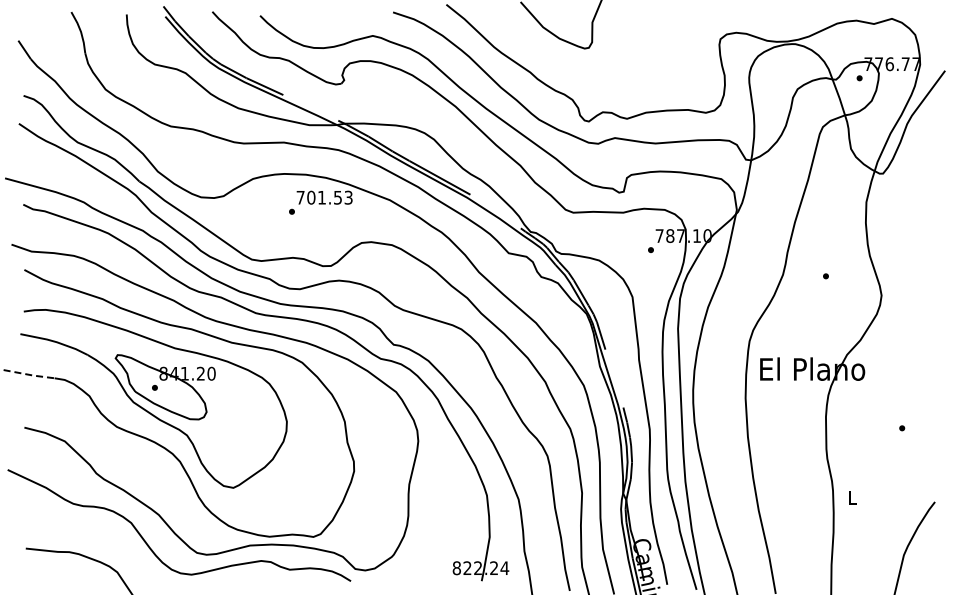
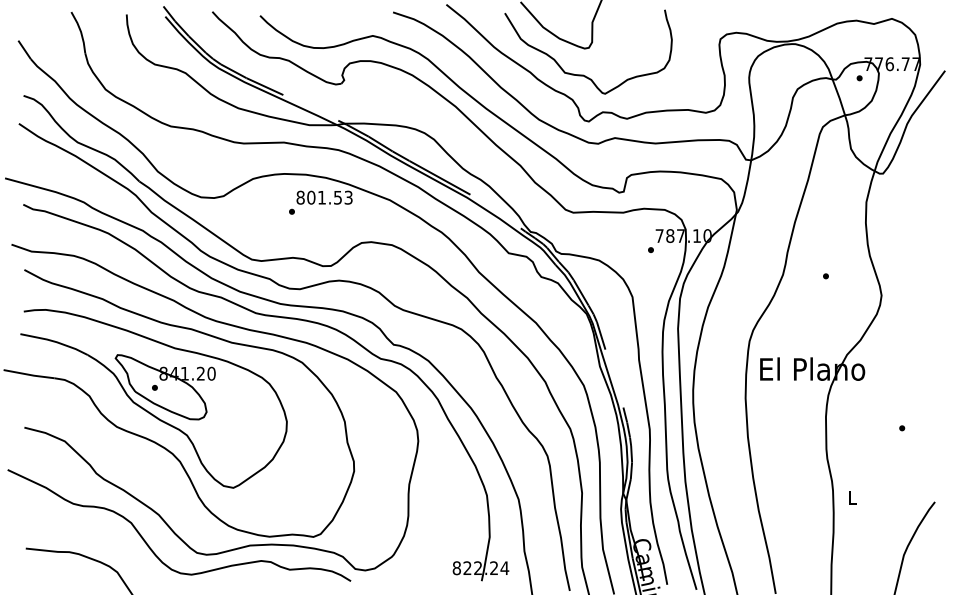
curve at (583, 74): none -> present
text at (300, 197): 701.53 -> 801.53
line at (30, 374): dashed -> solid
